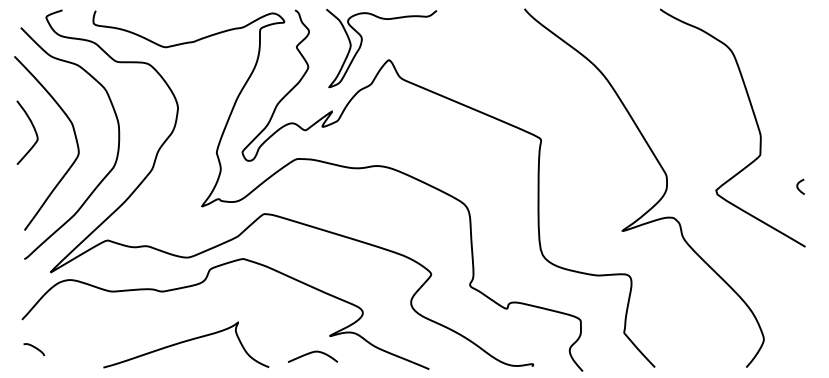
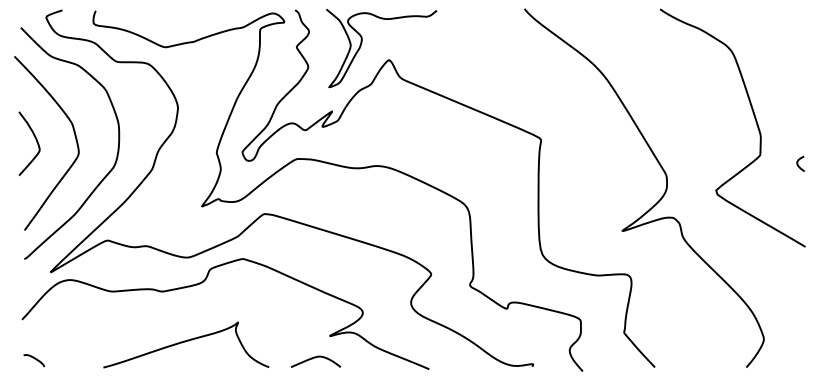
curve at (33, 129) position: (33, 129) -> (35, 140)
curve at (798, 186) position: (798, 186) -> (798, 163)
curve at (34, 348) position: (34, 348) -> (34, 359)
curve at (312, 353) position: (312, 353) -> (315, 358)
